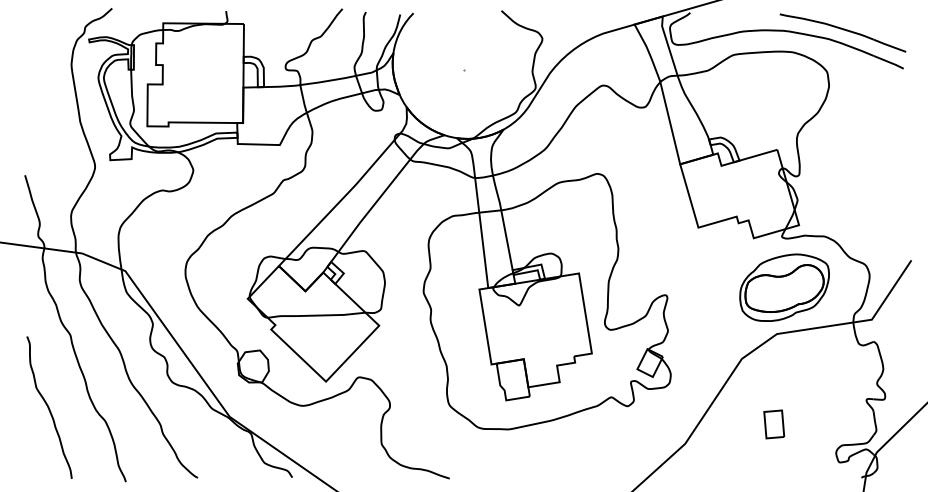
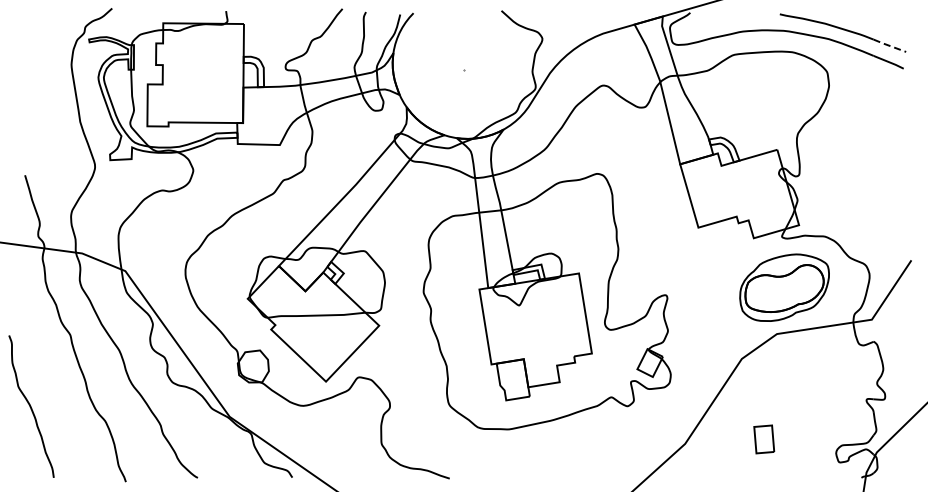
line at (889, 45): solid -> dashed
curve at (49, 407) position: (49, 407) -> (31, 406)
part at (774, 424) position: (774, 424) -> (764, 439)
